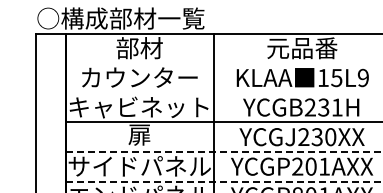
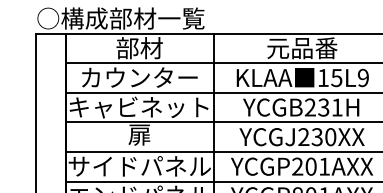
line at (222, 63): none -> present
line at (222, 92): none -> present
line at (224, 151): dashed -> solid
line at (224, 181): dashed -> solid
